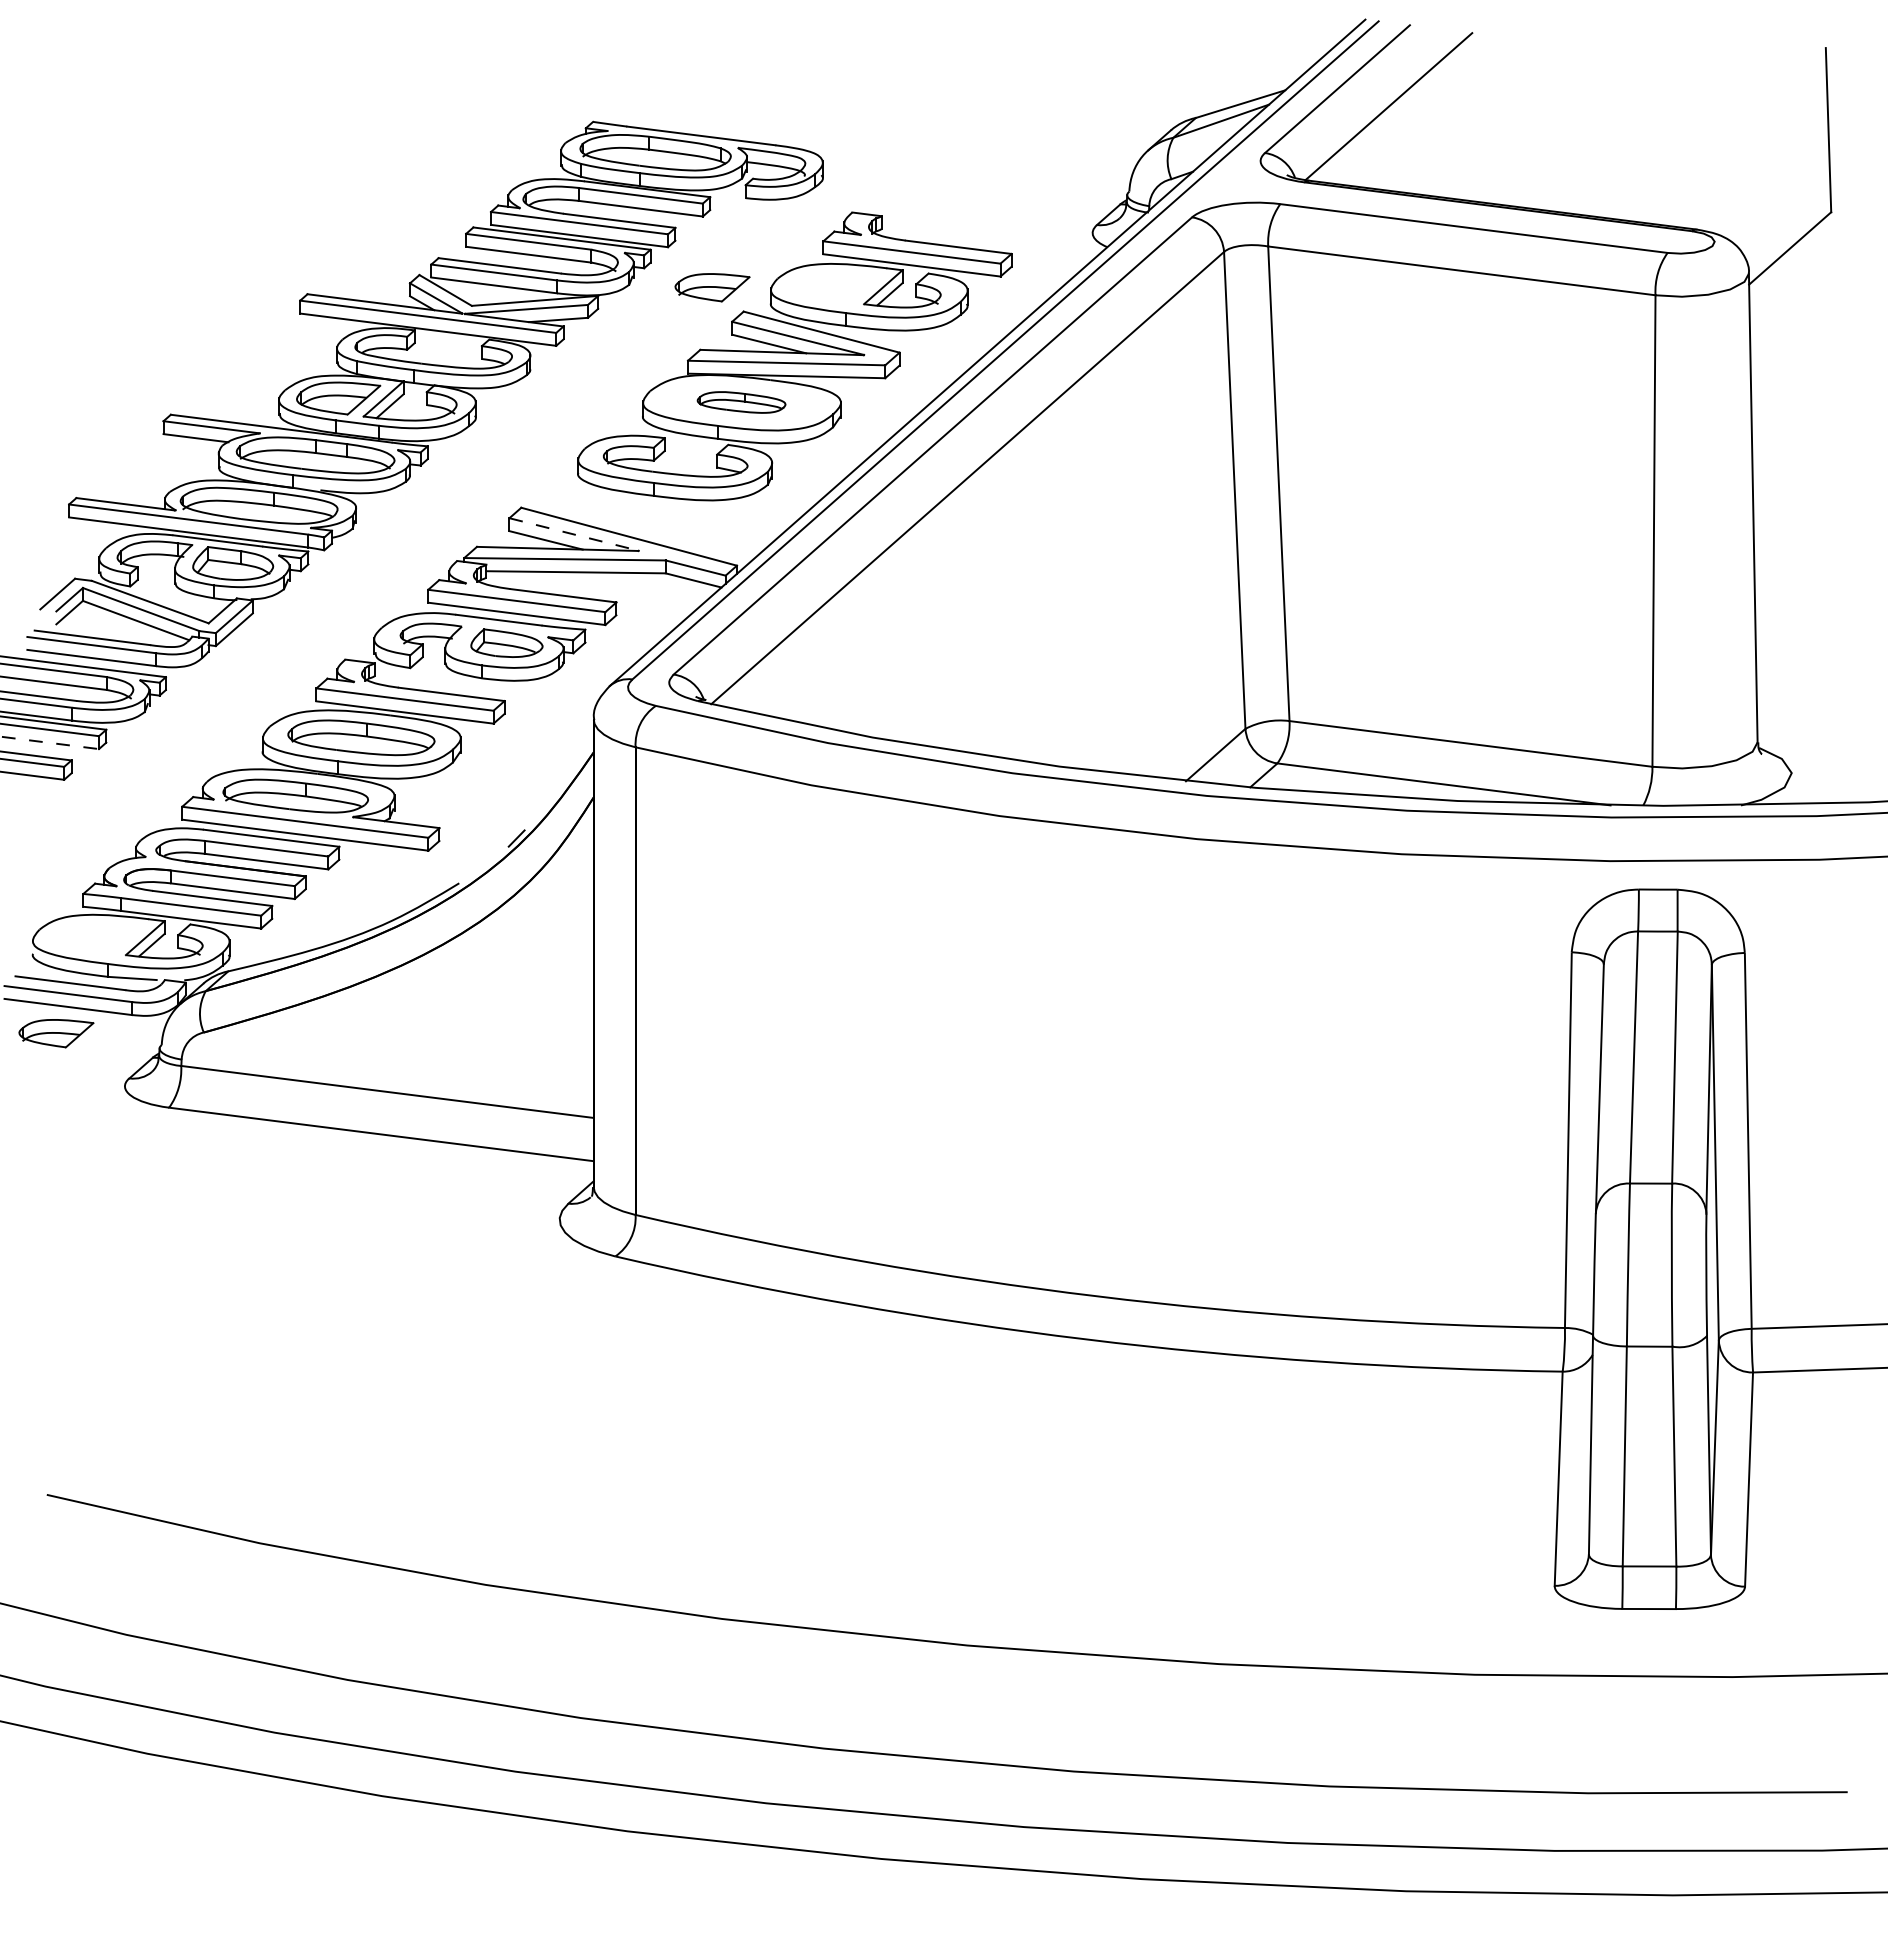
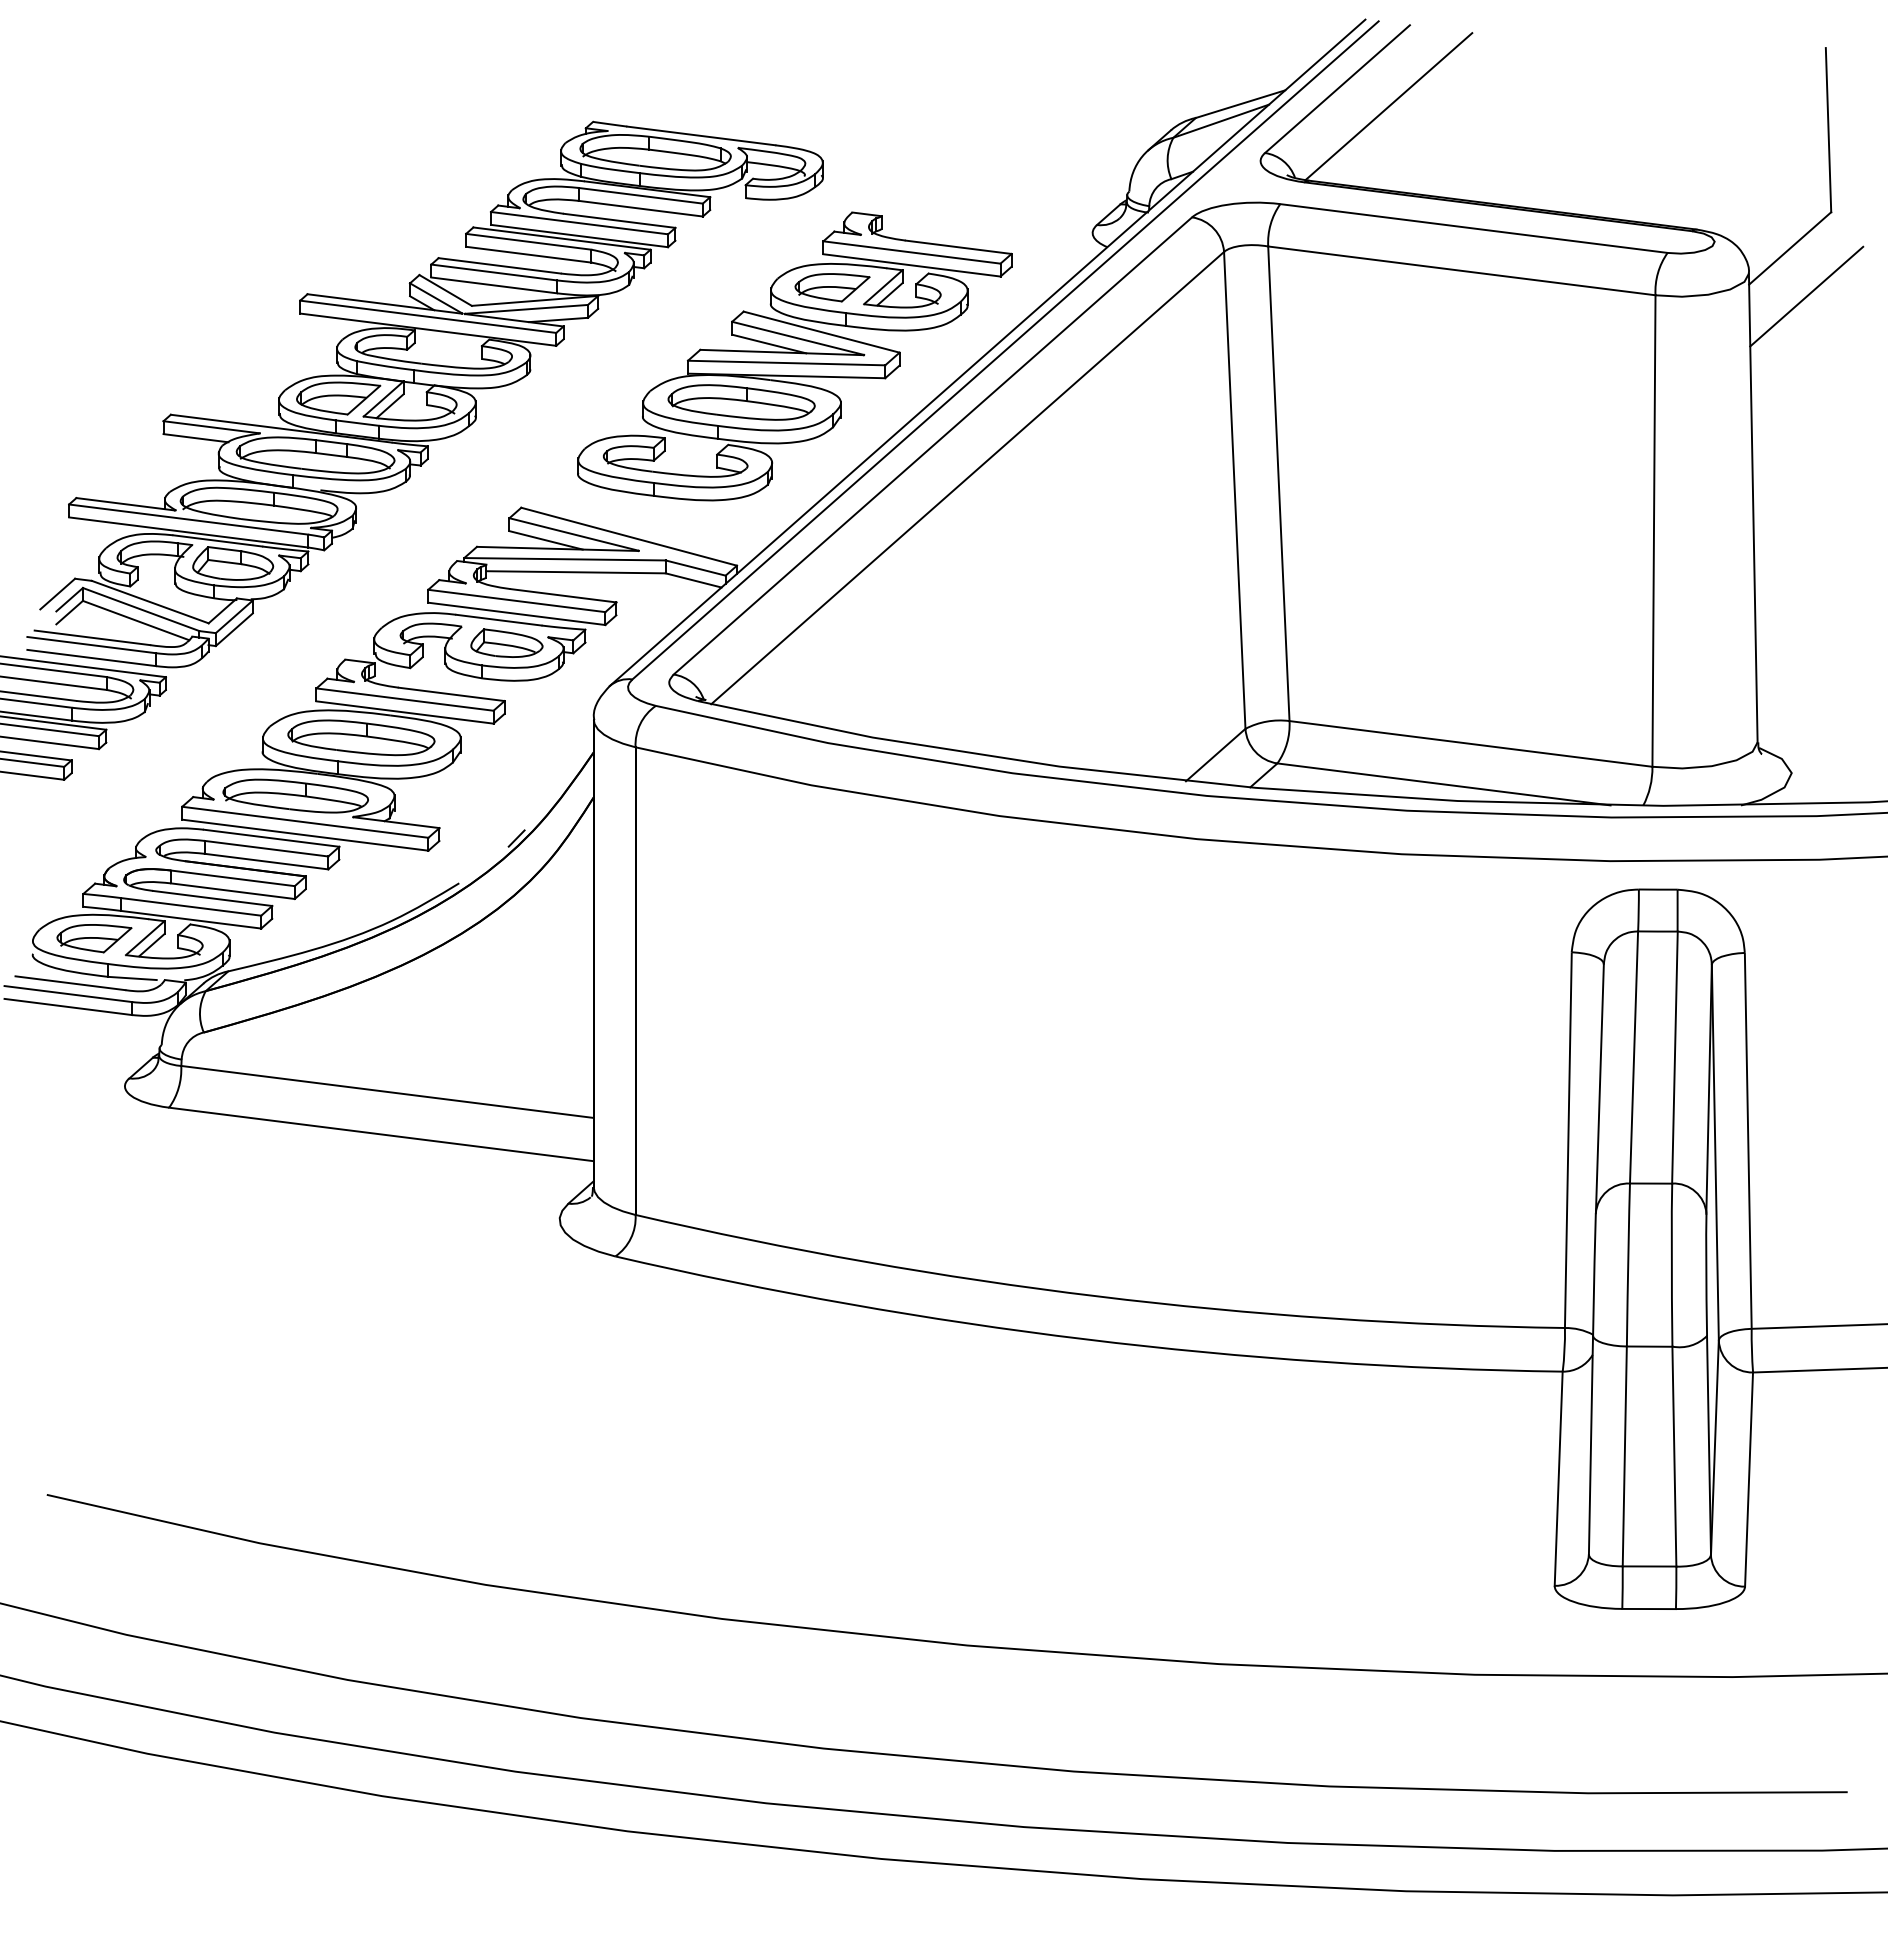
part at (712, 287) position: (712, 287) -> (832, 287)
line at (1806, 296): none -> present
part at (741, 402) size: 91x23 px -> 149x37 px
line at (574, 534): dashed -> solid
line at (49, 742): dashed -> solid
part at (56, 1033) position: (56, 1033) -> (94, 938)
